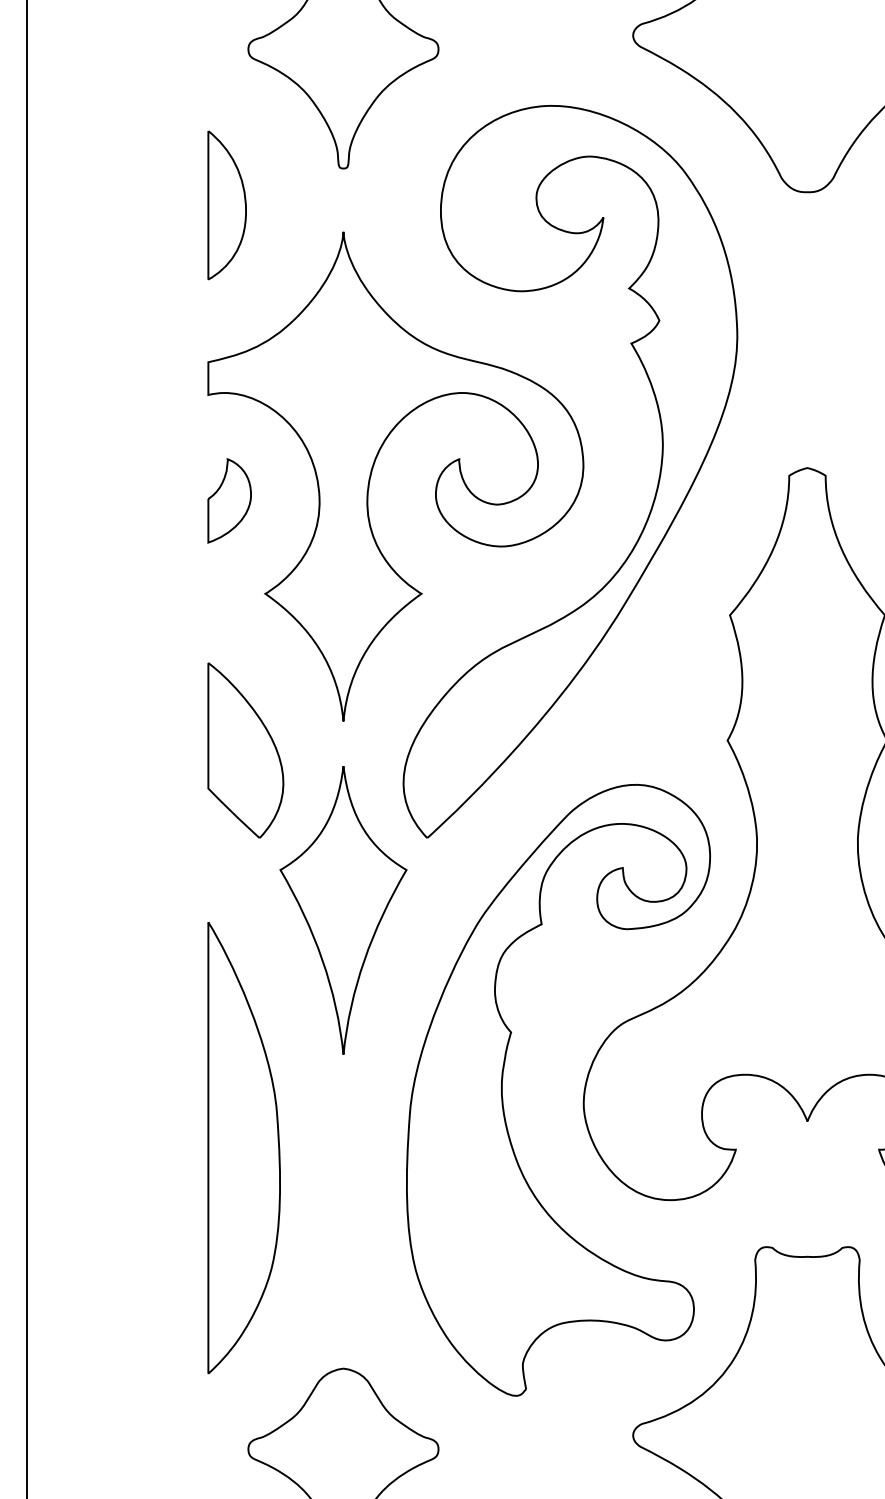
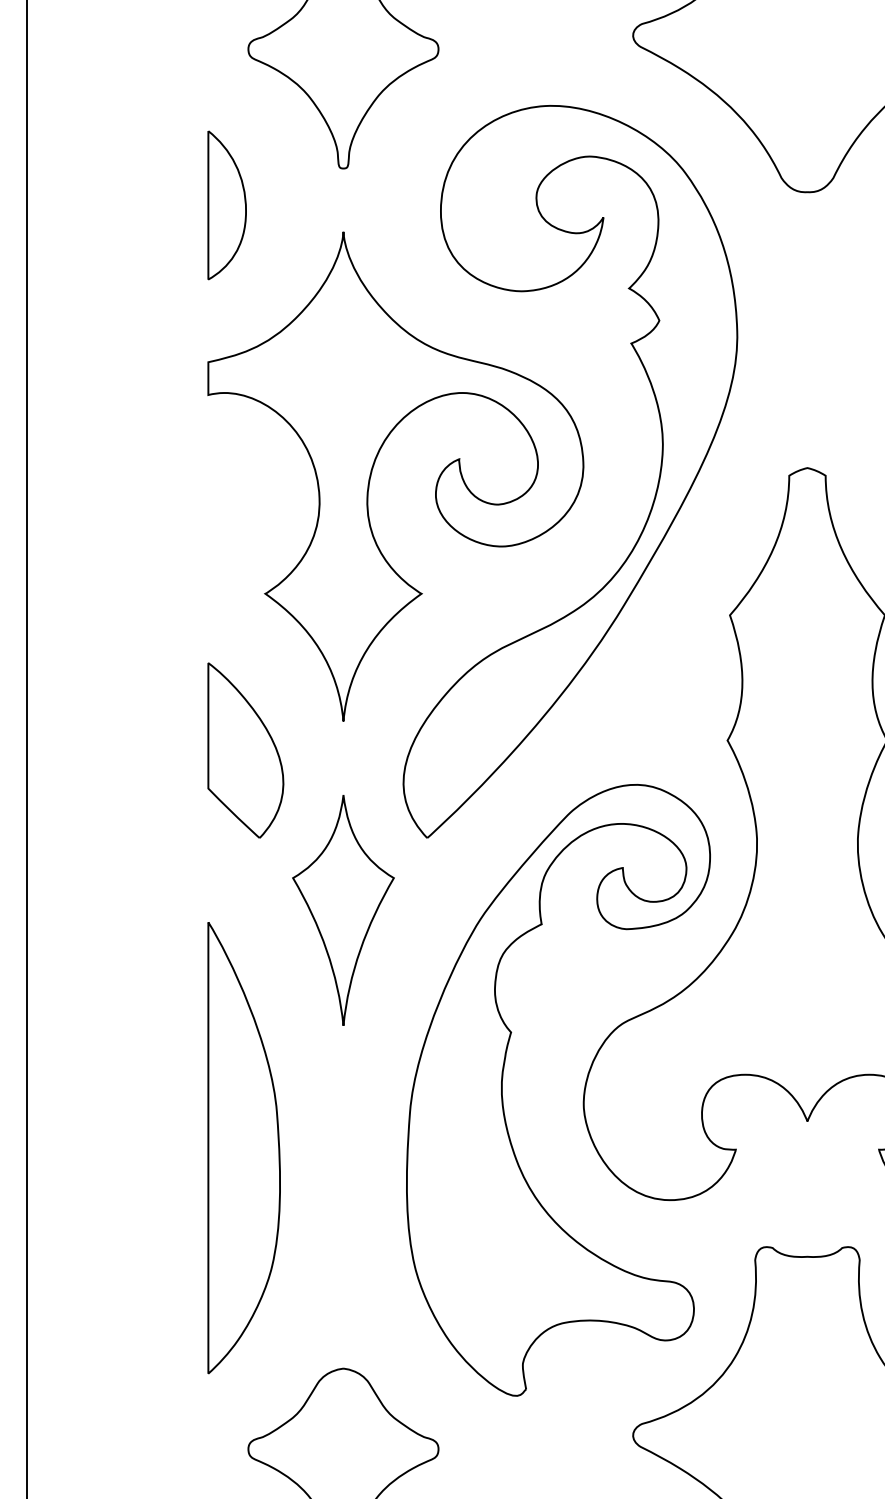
part at (229, 500): present -> none
part at (343, 910) size: 129x289 px -> 103x231 px
